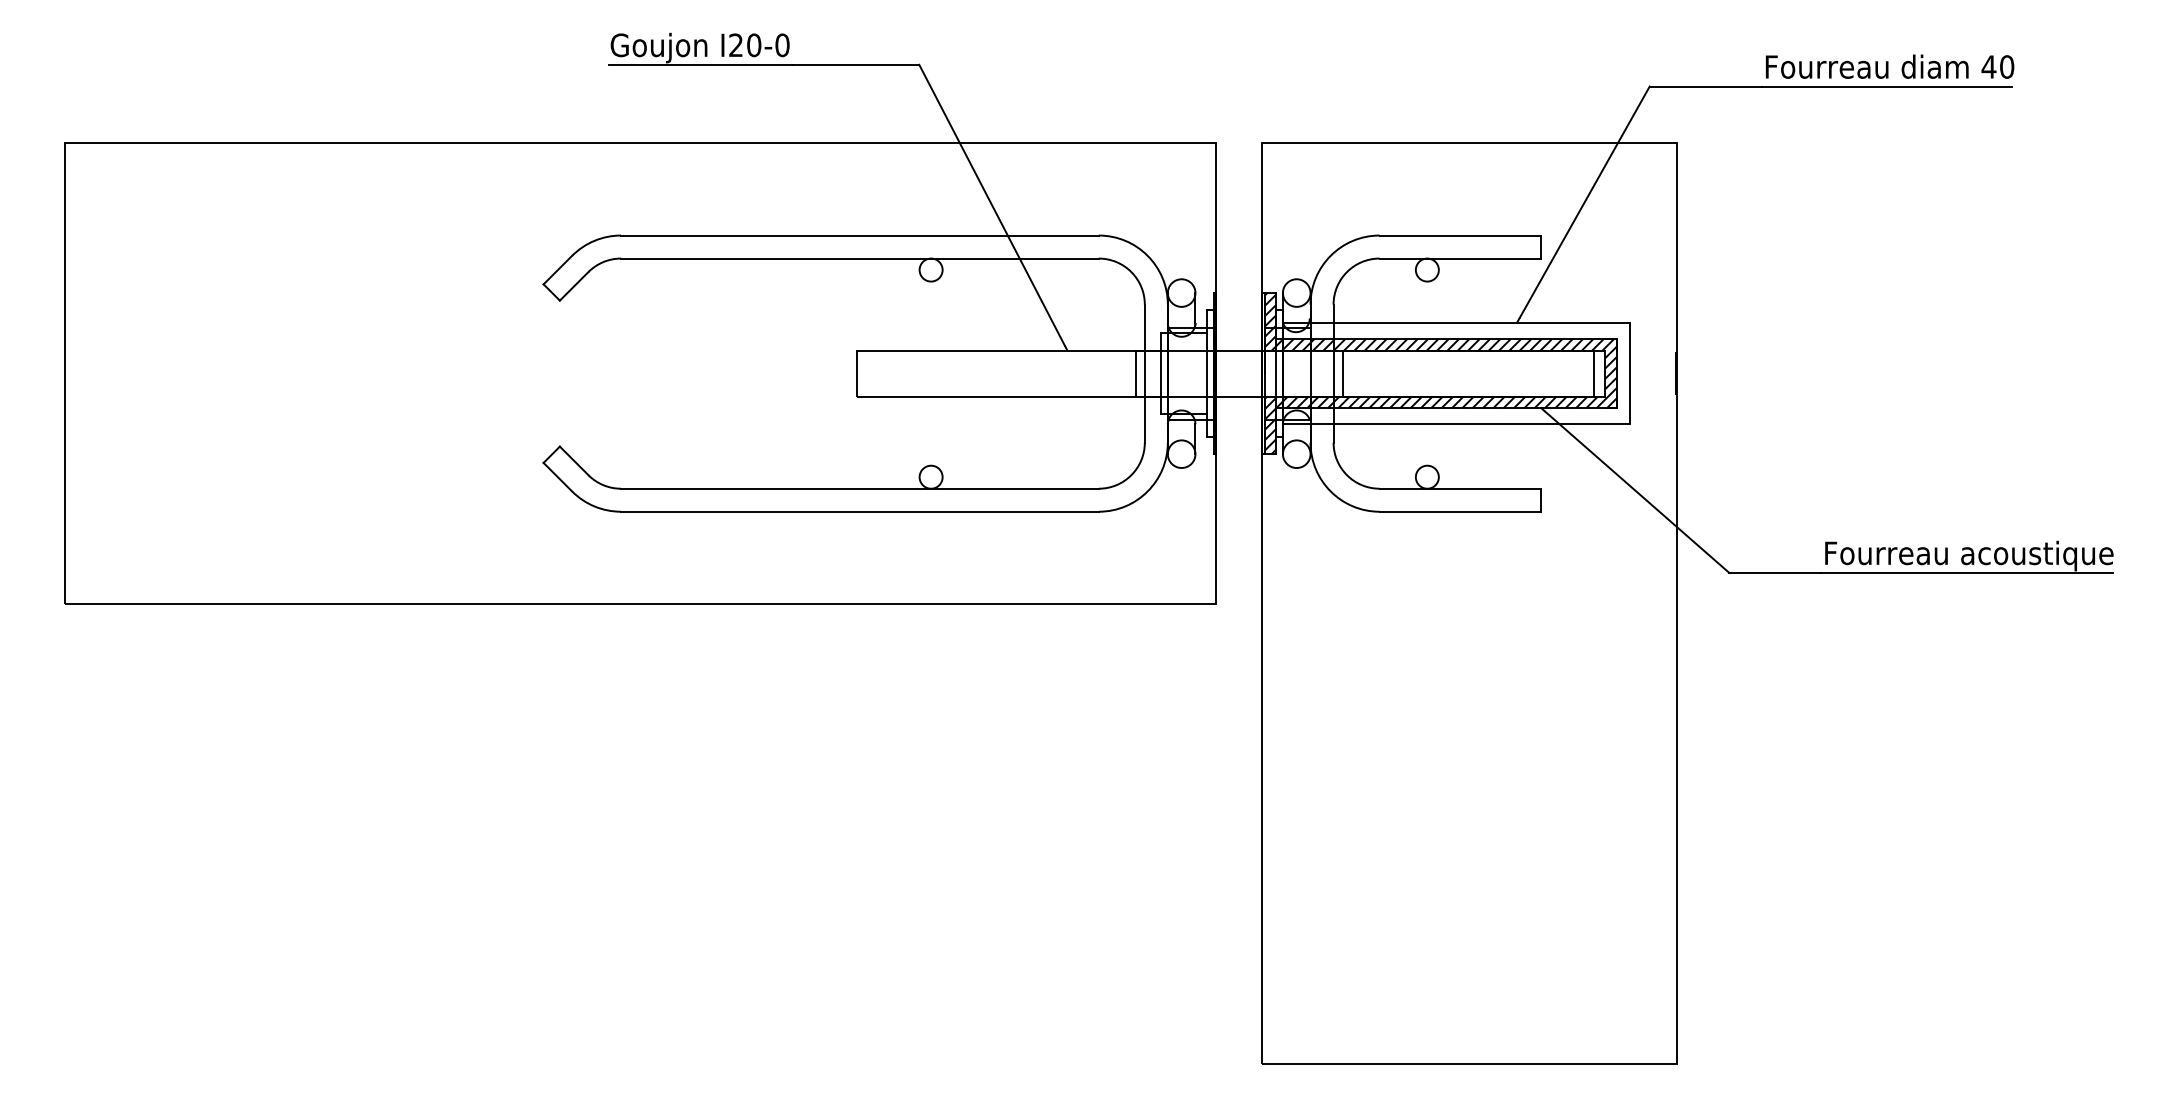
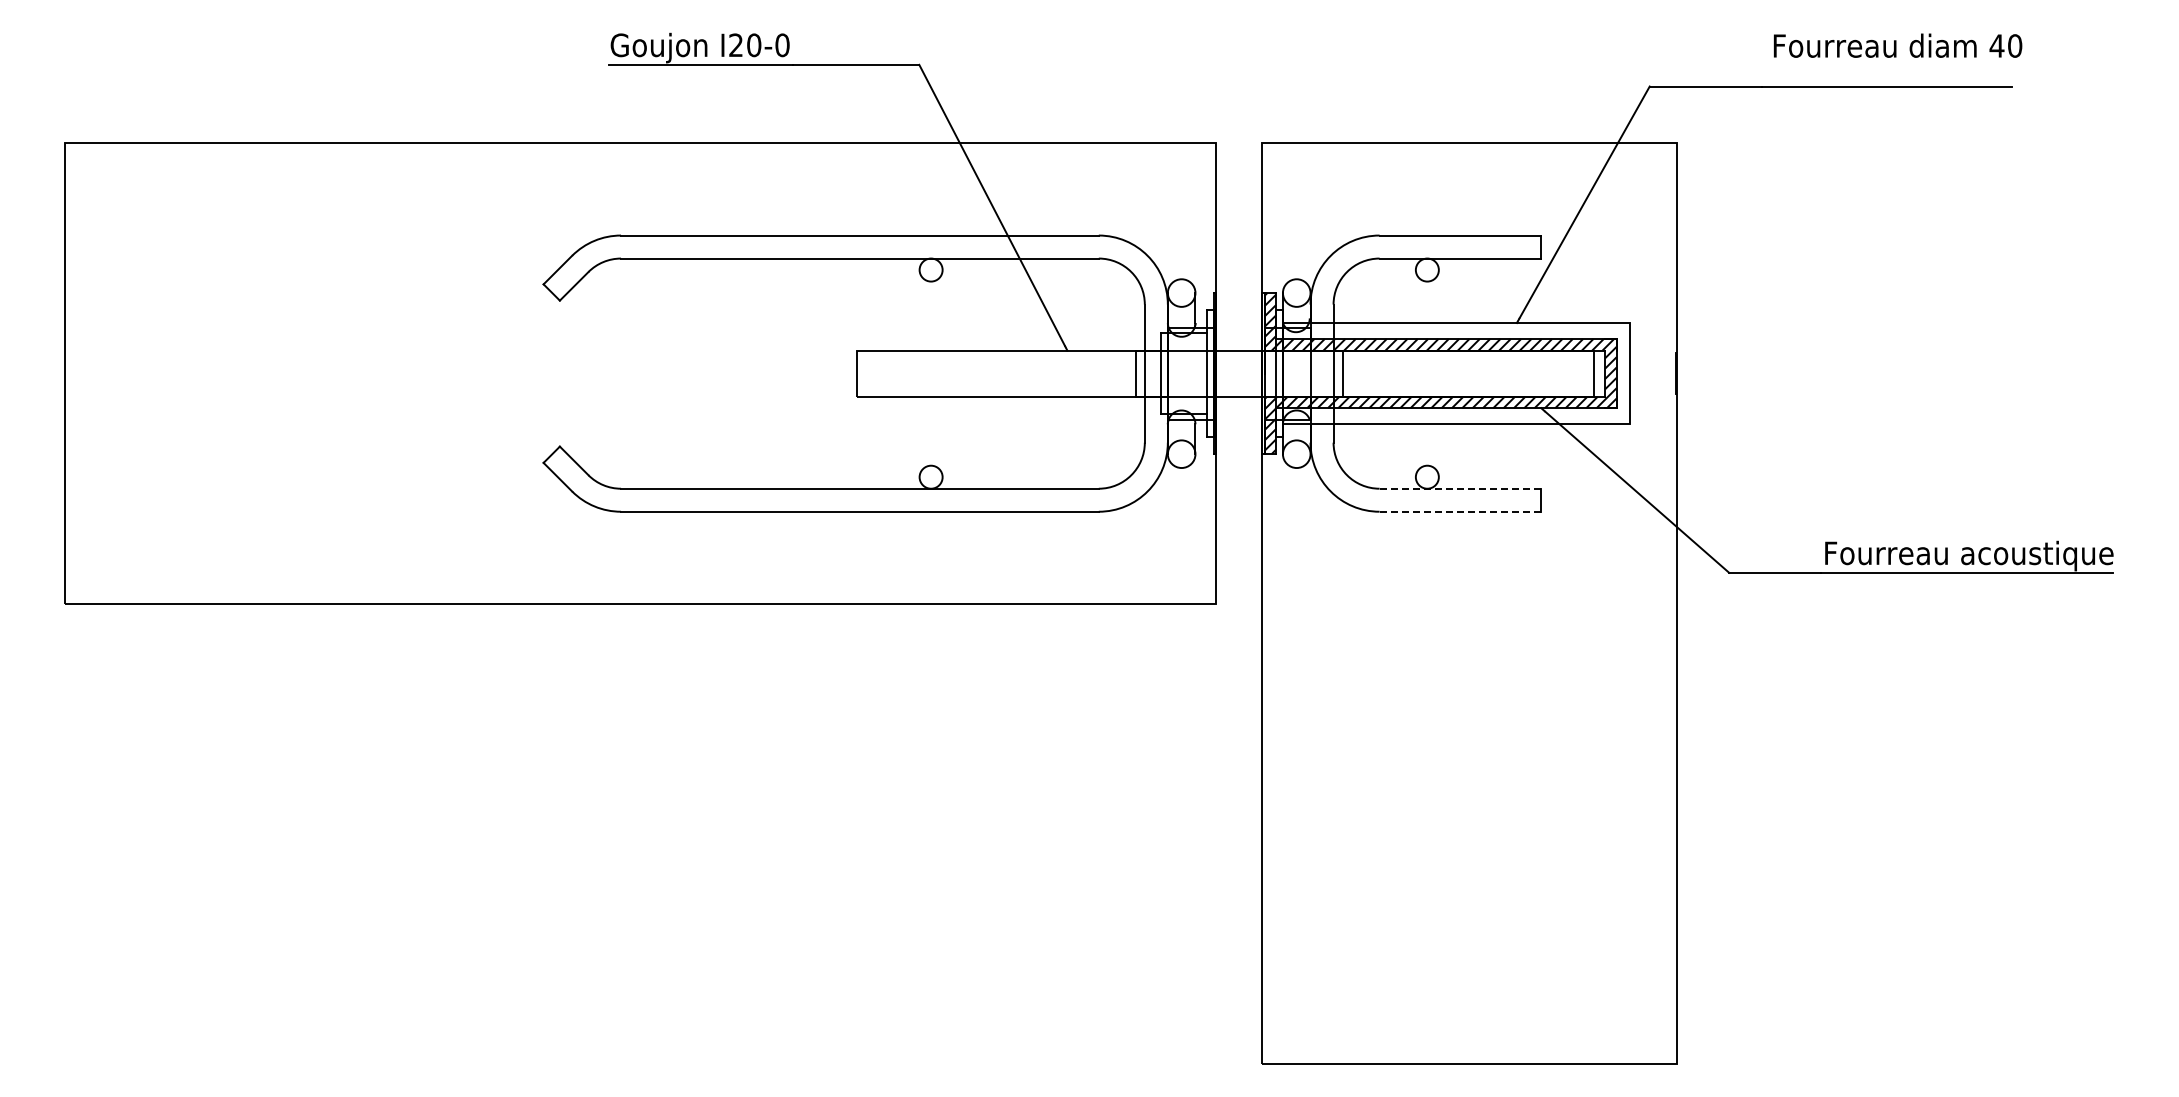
text at (1889, 66) position: (1889, 66) -> (1897, 45)
line at (1460, 488): solid -> dashed
line at (1460, 511): solid -> dashed
